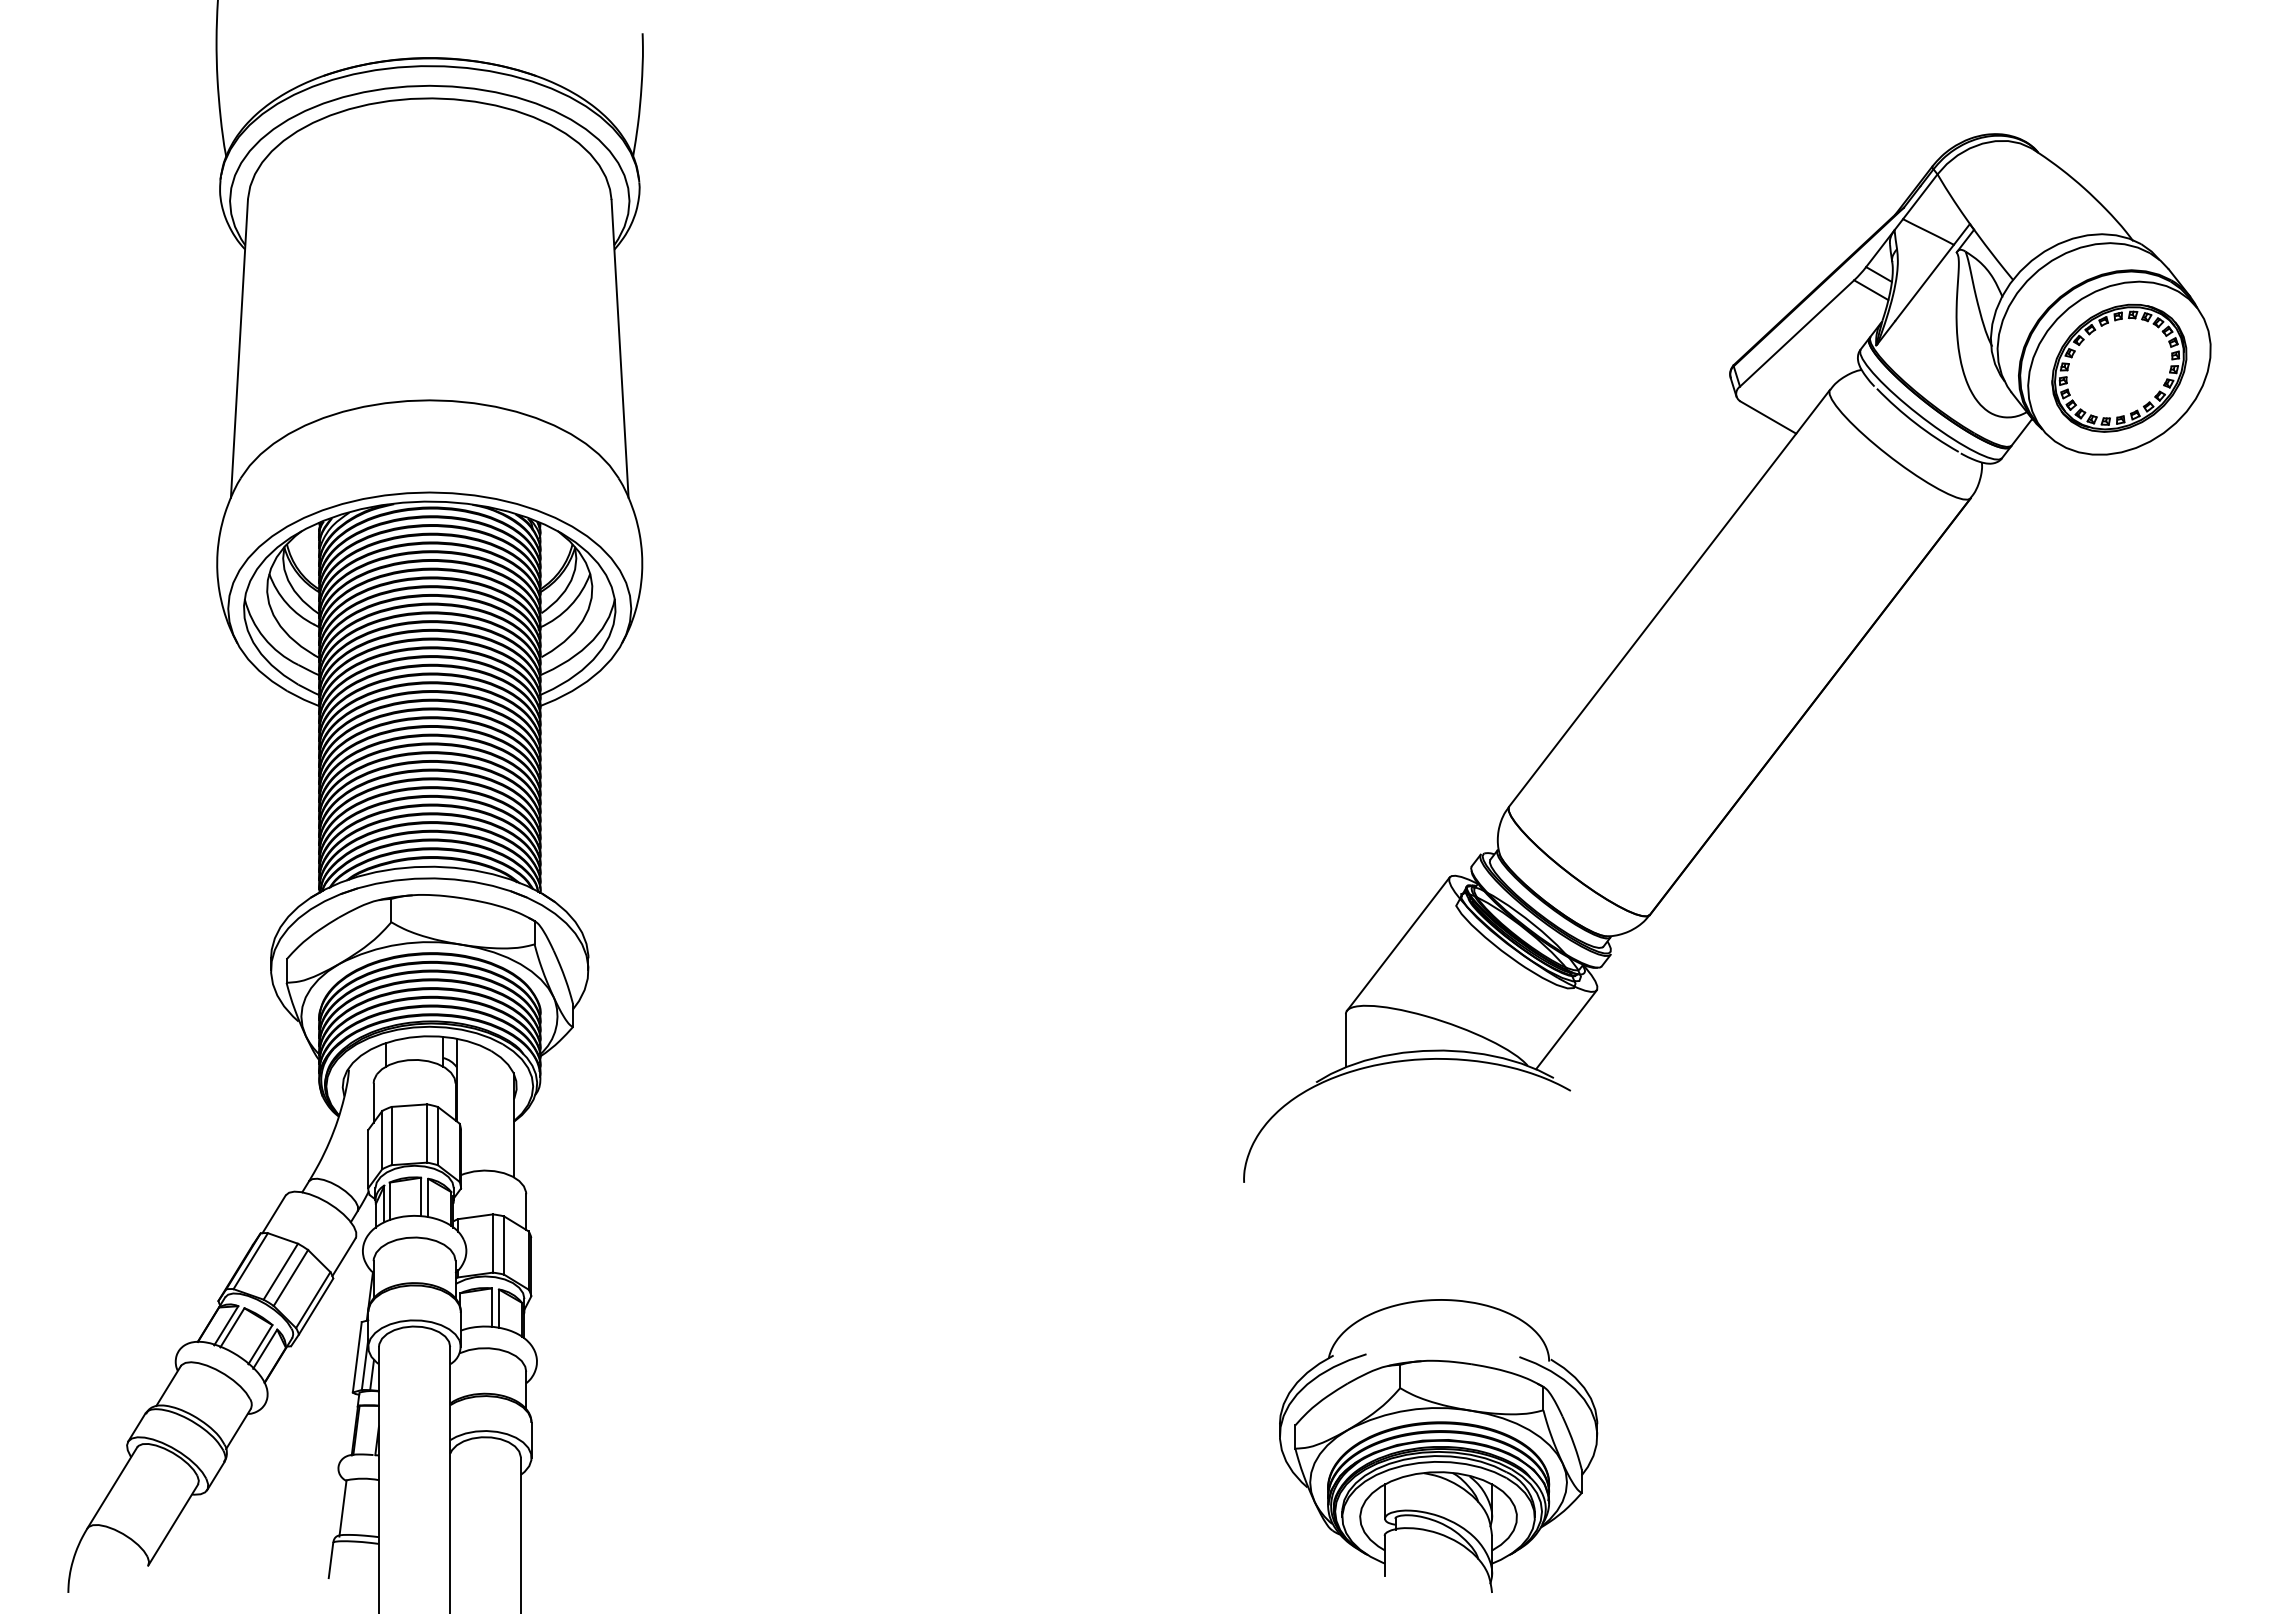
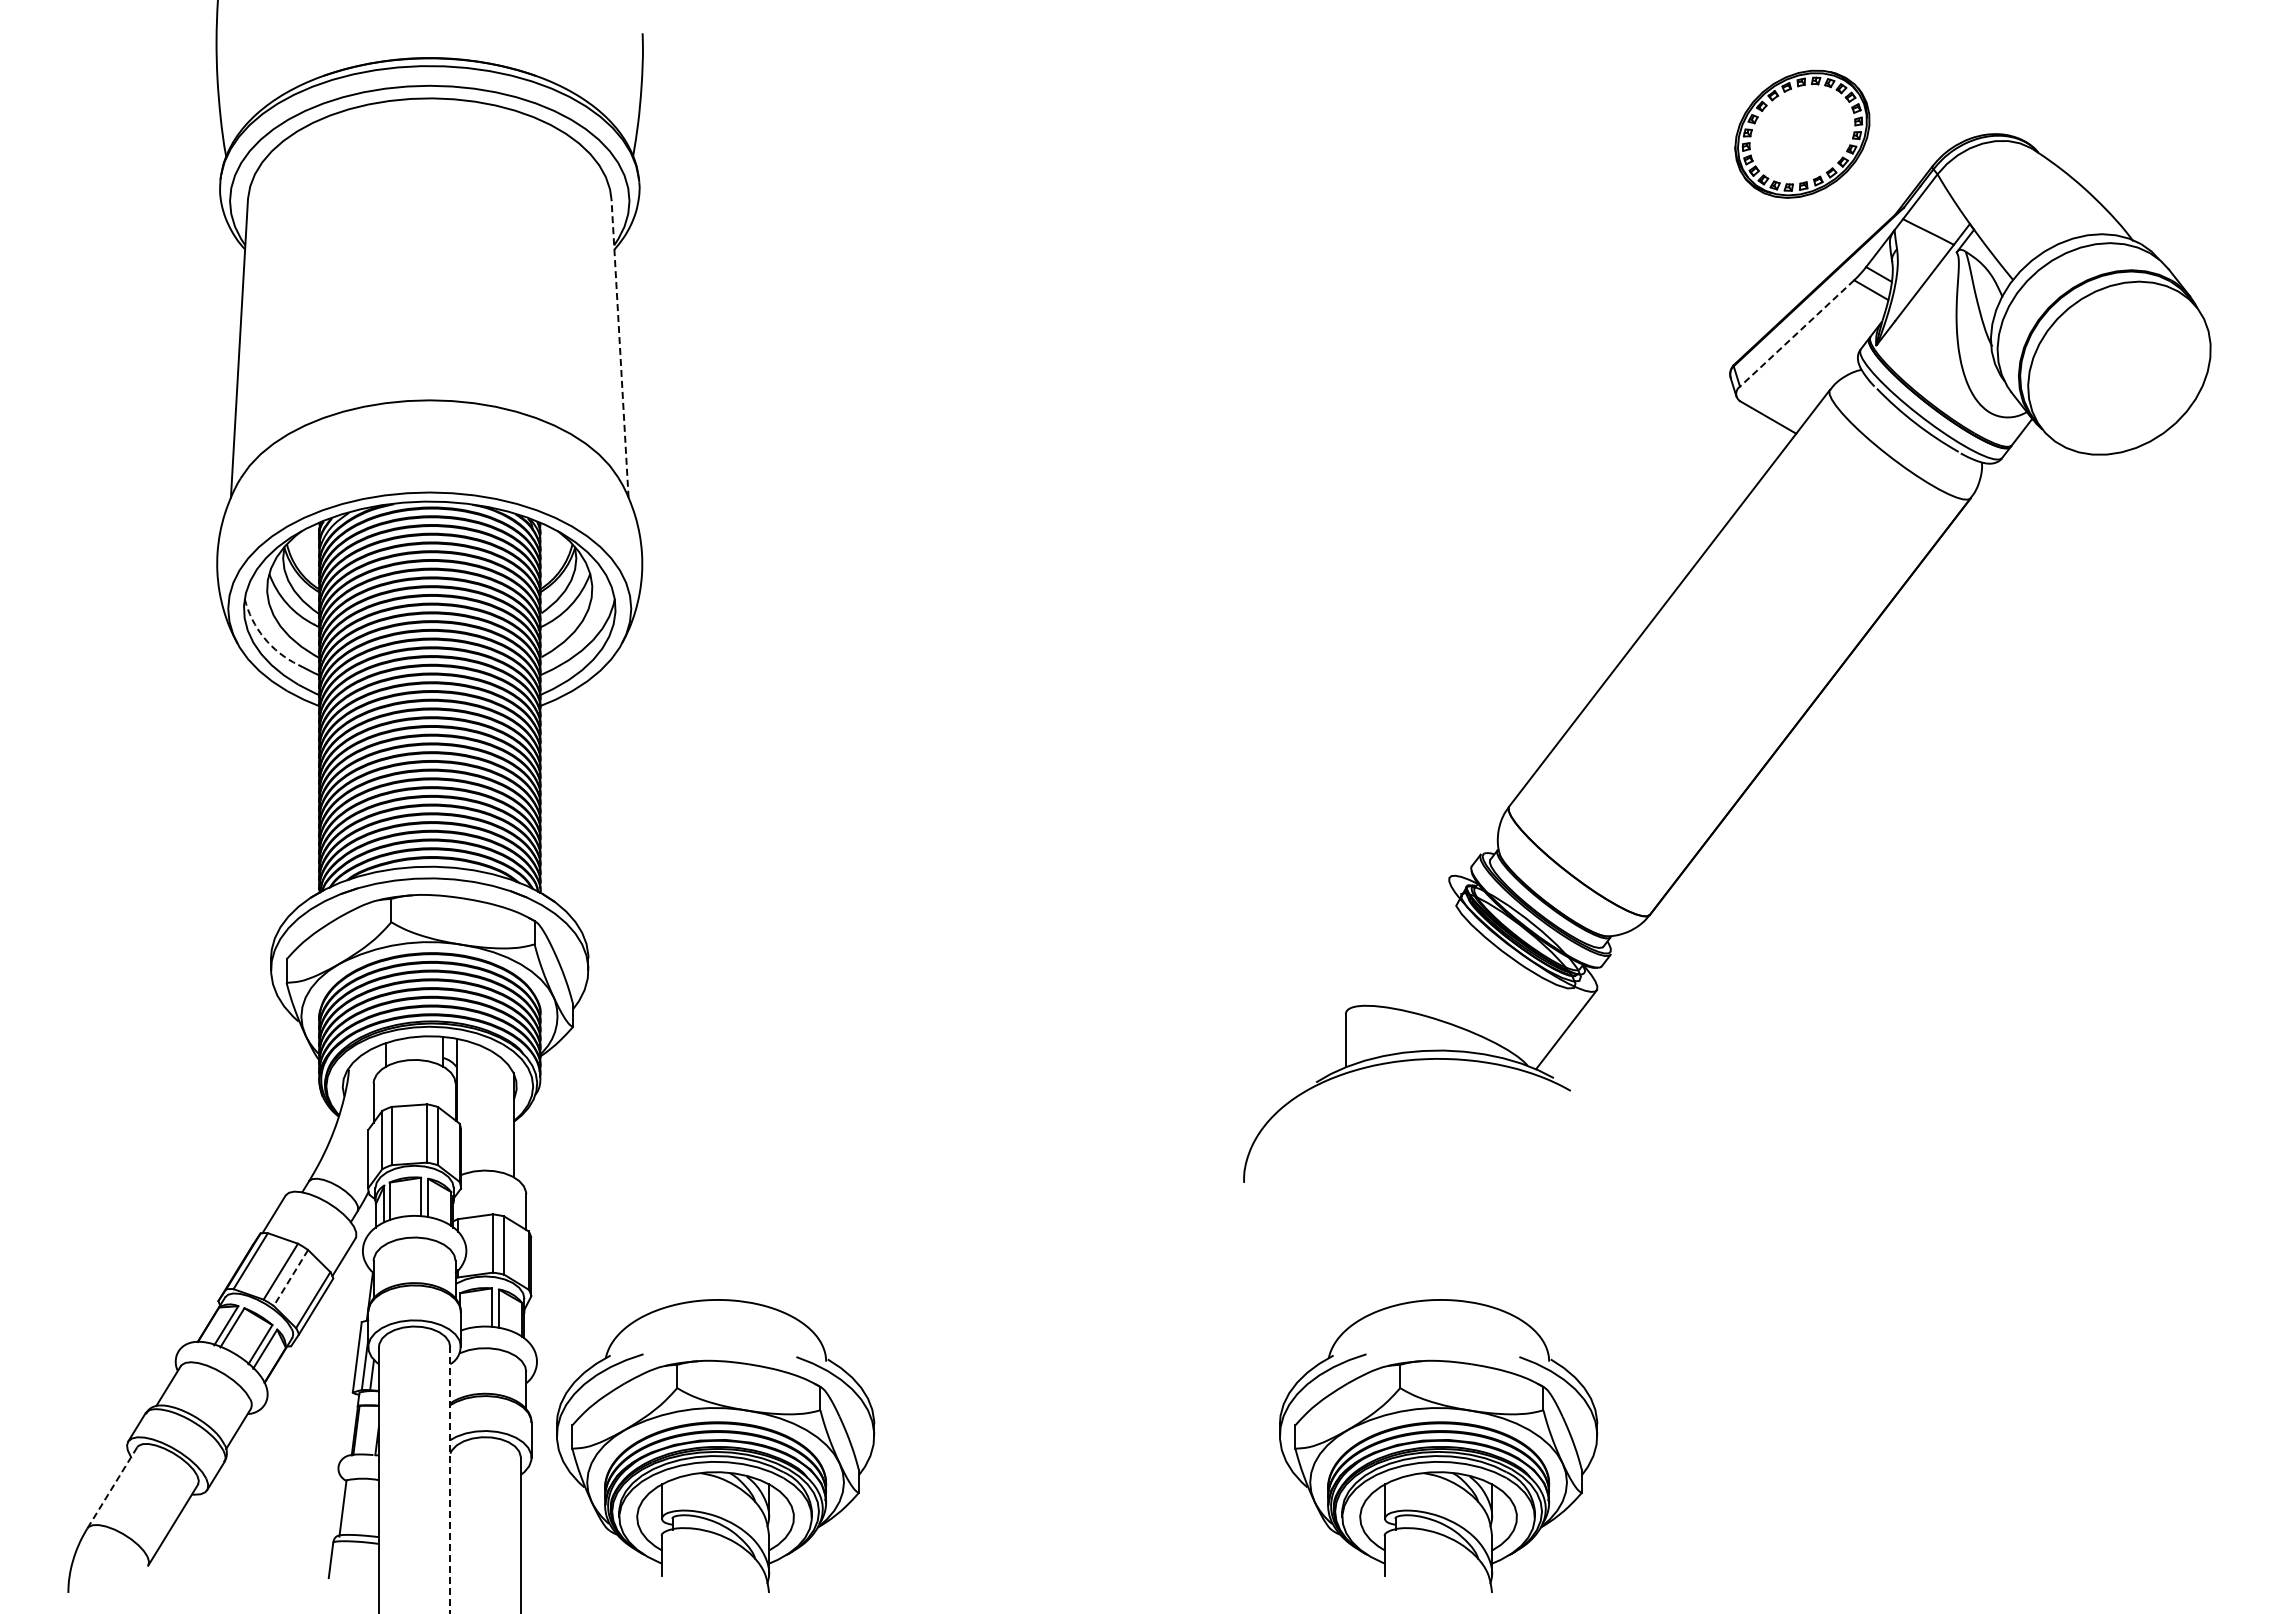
line at (1796, 333): solid -> dashed
line at (620, 348): solid -> dashed
part at (2119, 367) position: (2119, 367) -> (1802, 133)
arc at (264, 637): solid -> dashed
line at (1398, 943): present -> none
line at (290, 1278): solid -> dashed
part at (715, 1445): none -> present
line at (450, 1480): solid -> dashed
line at (112, 1487): solid -> dashed
